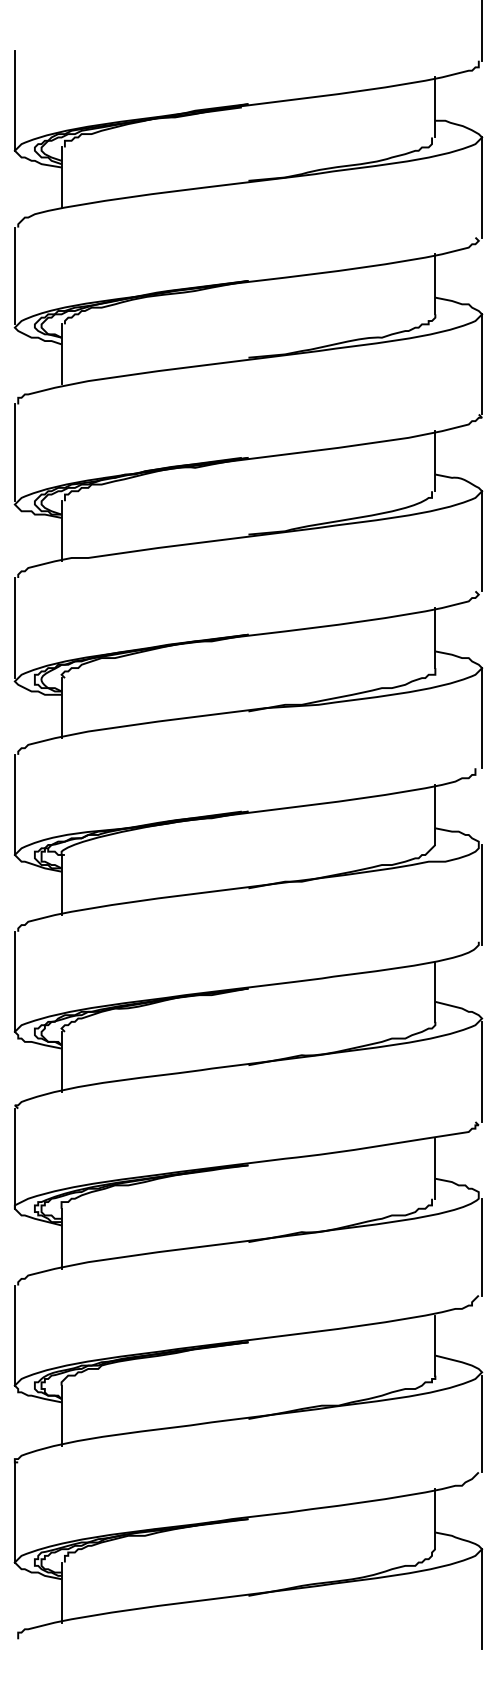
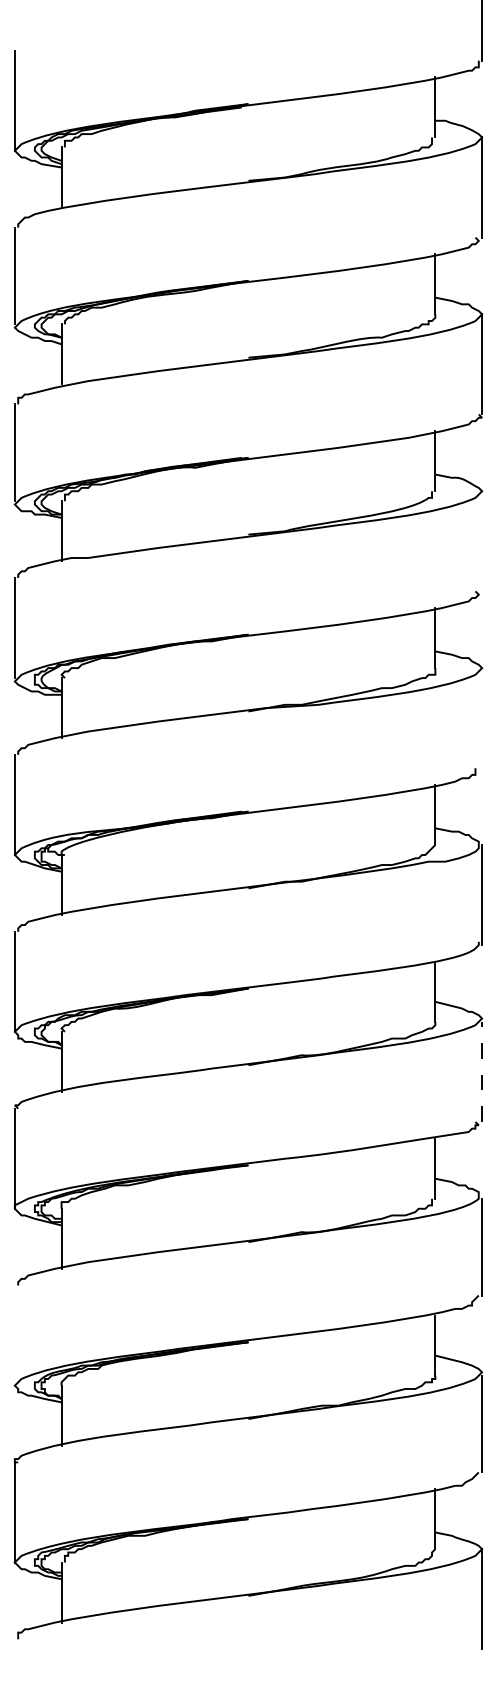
line at (482, 541): present -> none
line at (482, 718): present -> none
line at (482, 1071): solid -> dashed
line at (14, 1335): present -> none
